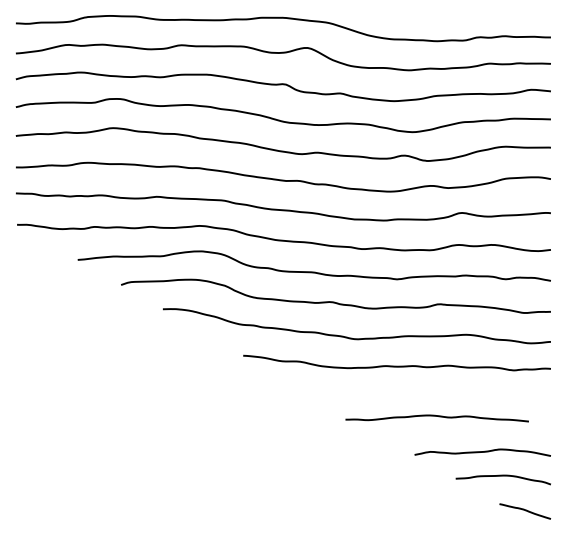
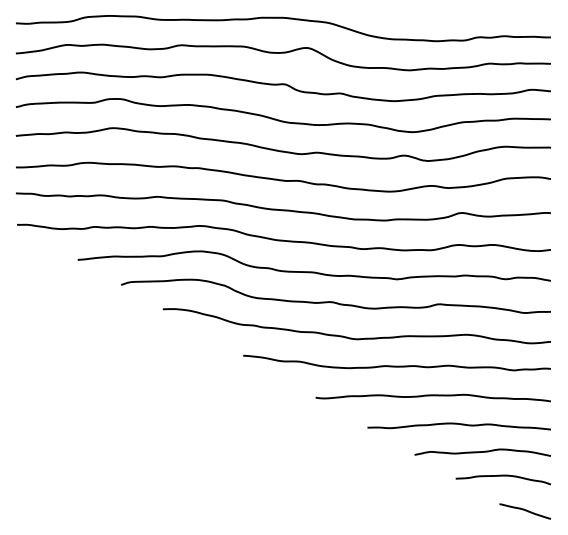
curve at (432, 396): none -> present
curve at (436, 416) position: (436, 416) -> (458, 424)
